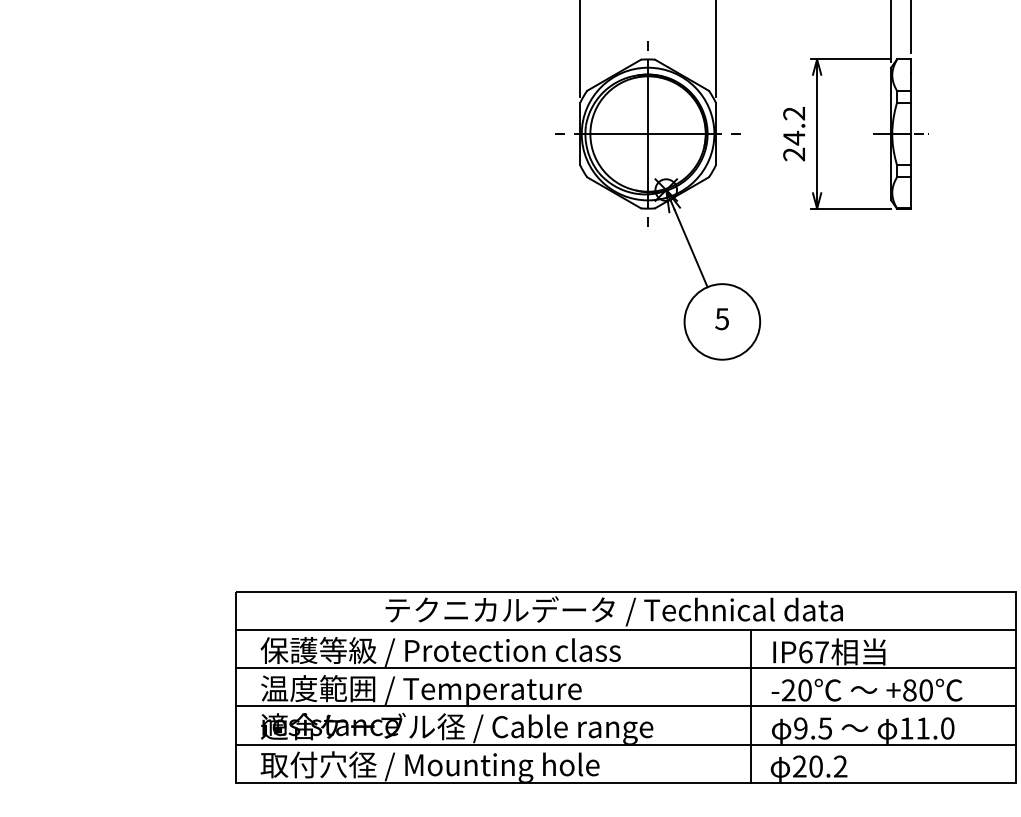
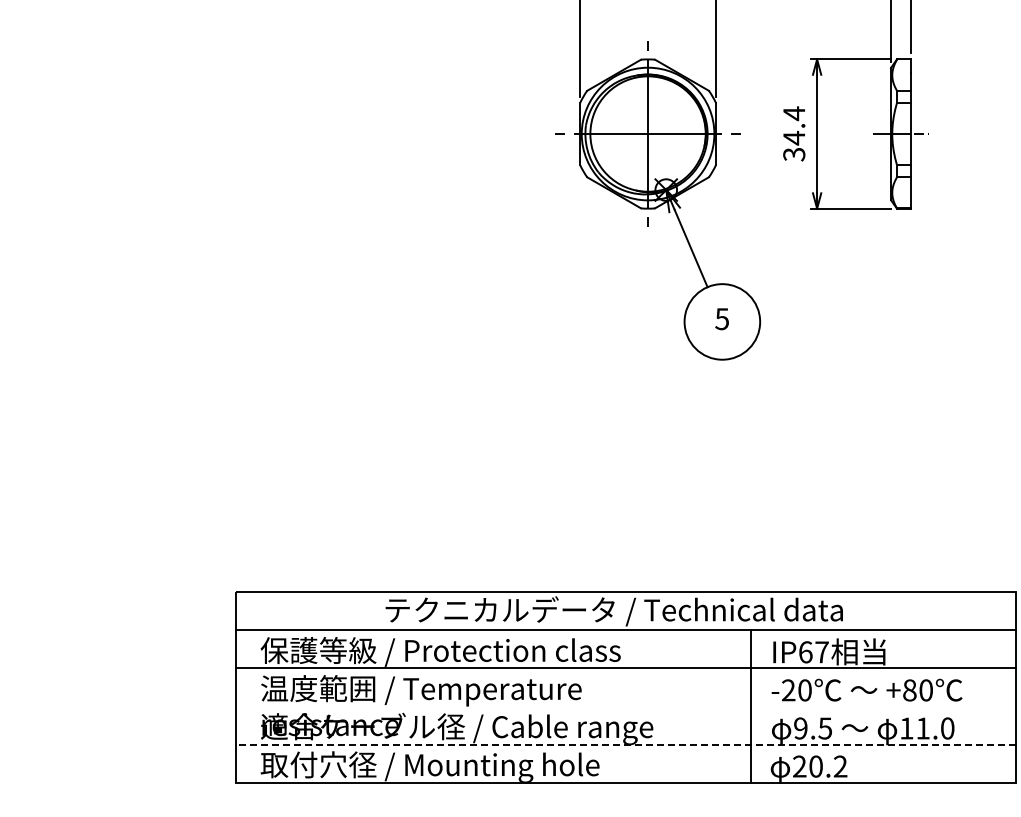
text at (794, 133): 24.2 -> 34.4
line at (625, 706): present -> none
line at (625, 744): solid -> dashed
